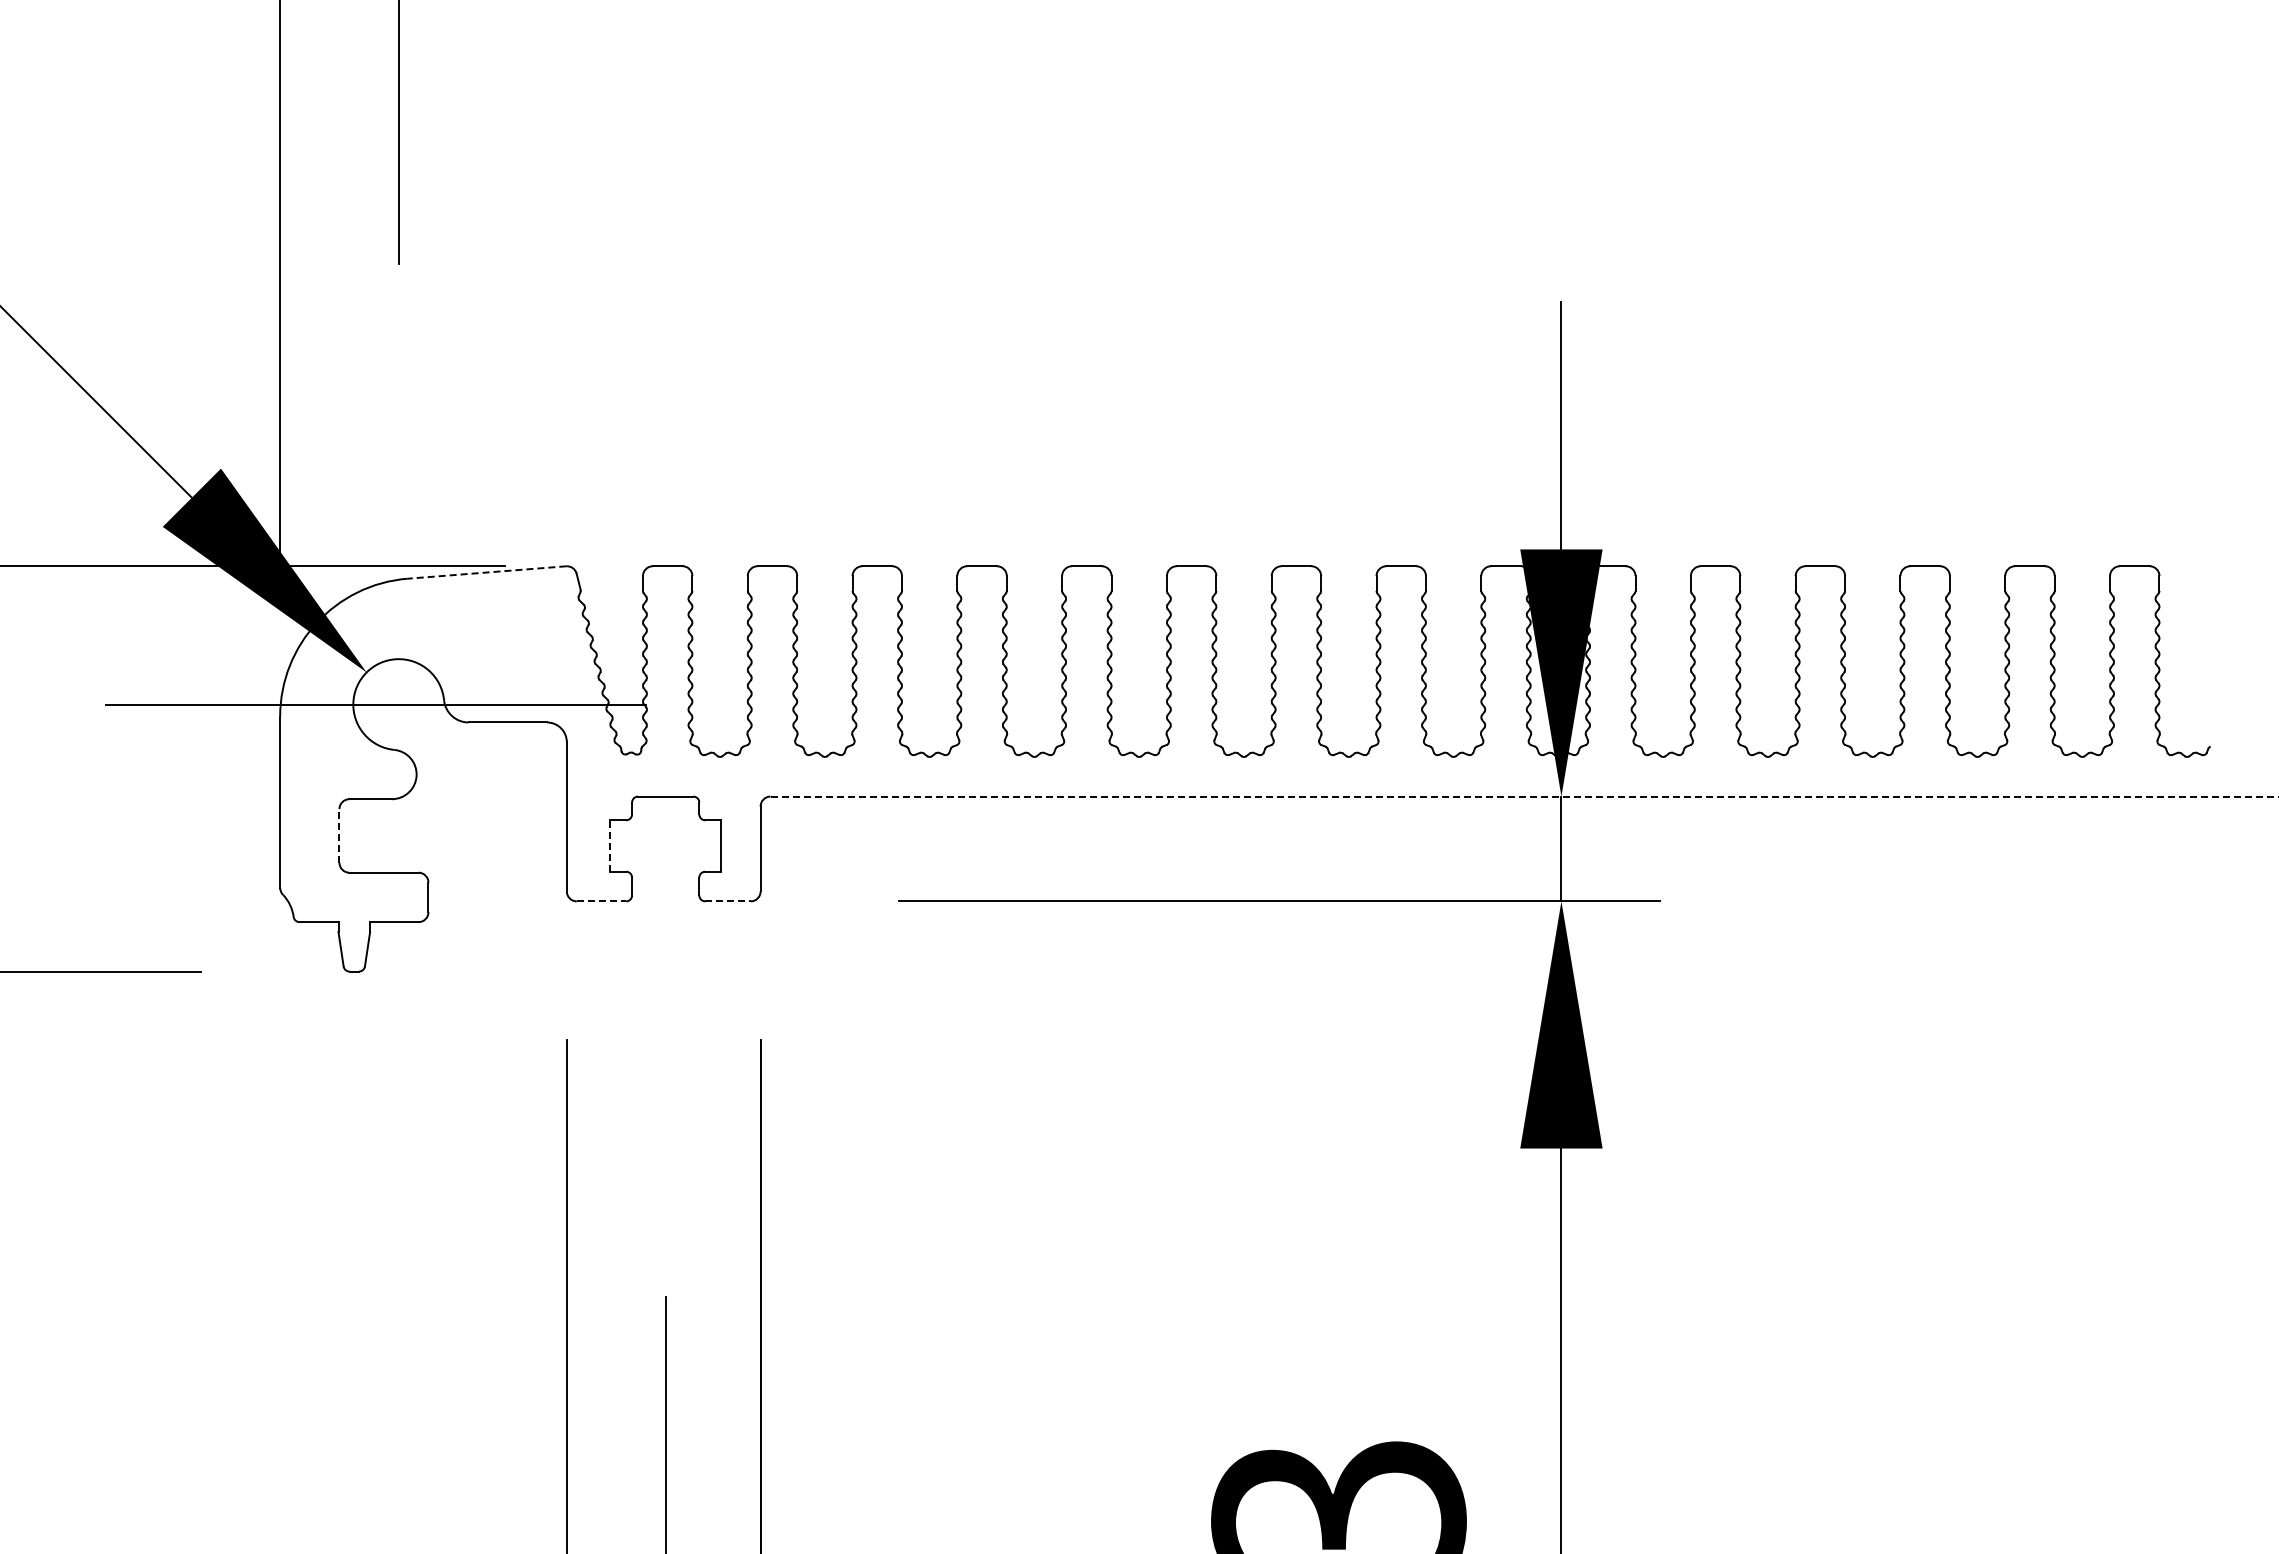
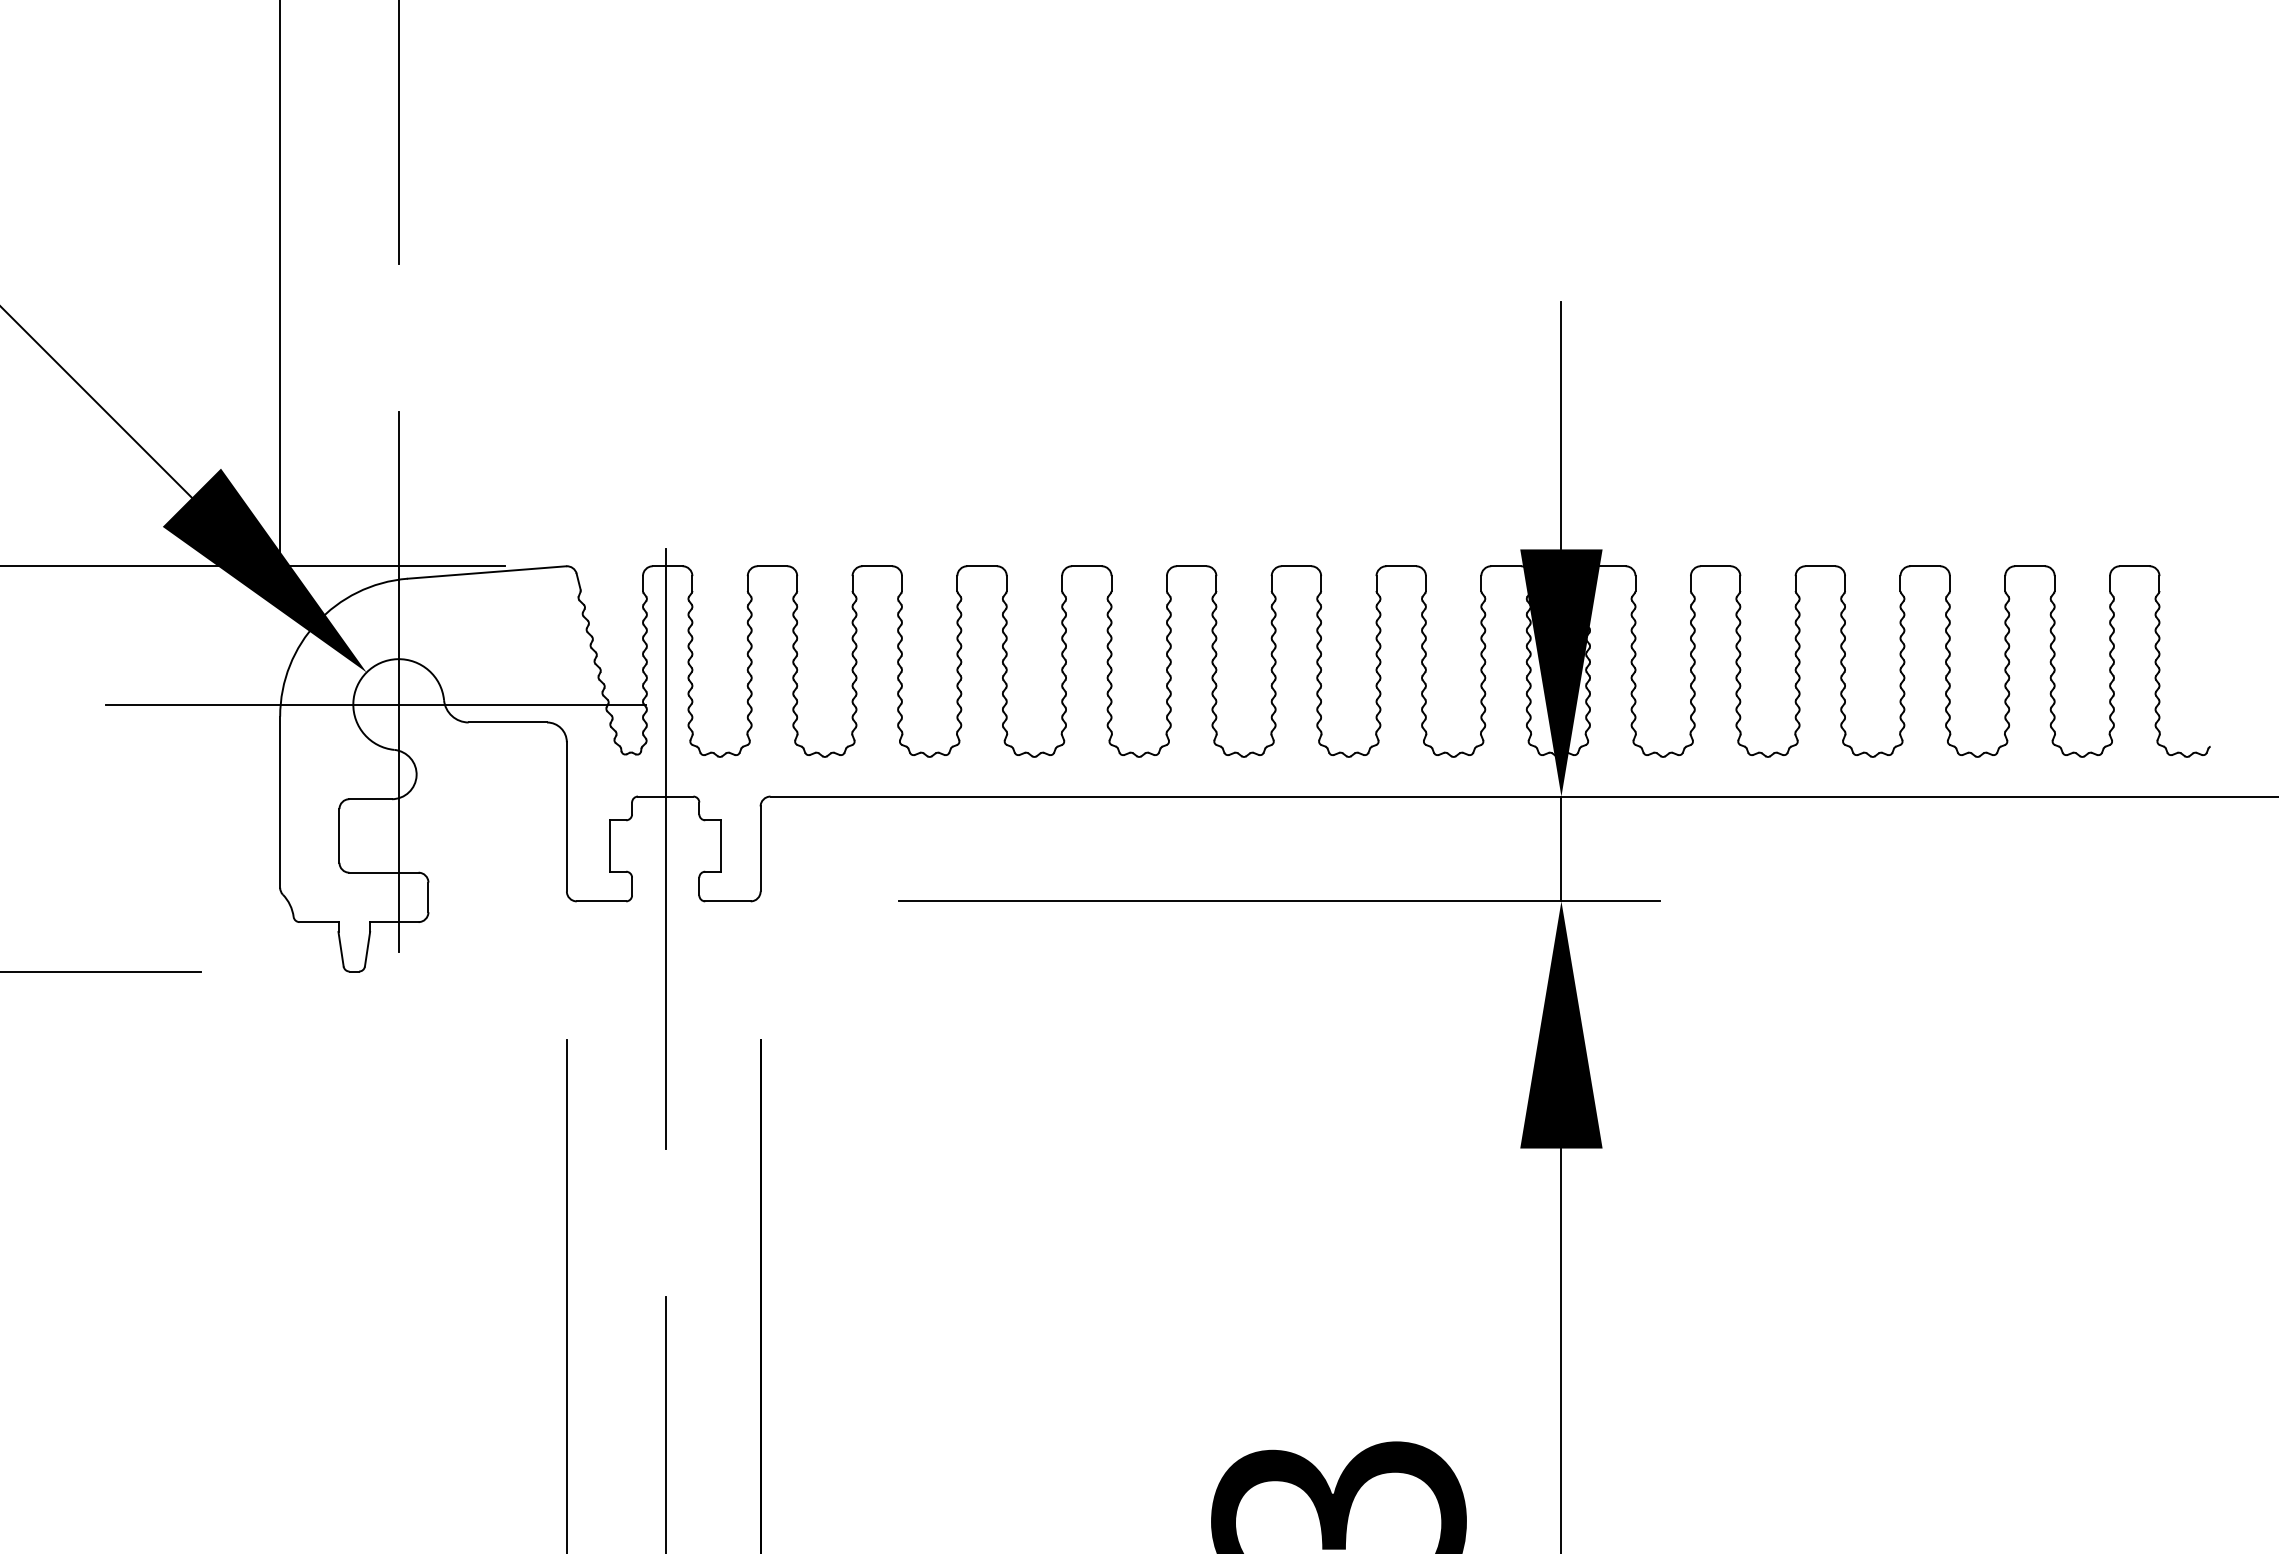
line at (487, 572): dashed -> solid
line at (398, 681): none -> present
line at (1524, 796): dashed -> solid
line at (339, 835): dashed -> solid
line at (610, 846): dashed -> solid
line at (665, 848): none -> present
line at (601, 901): dashed -> solid
line at (728, 901): dashed -> solid
